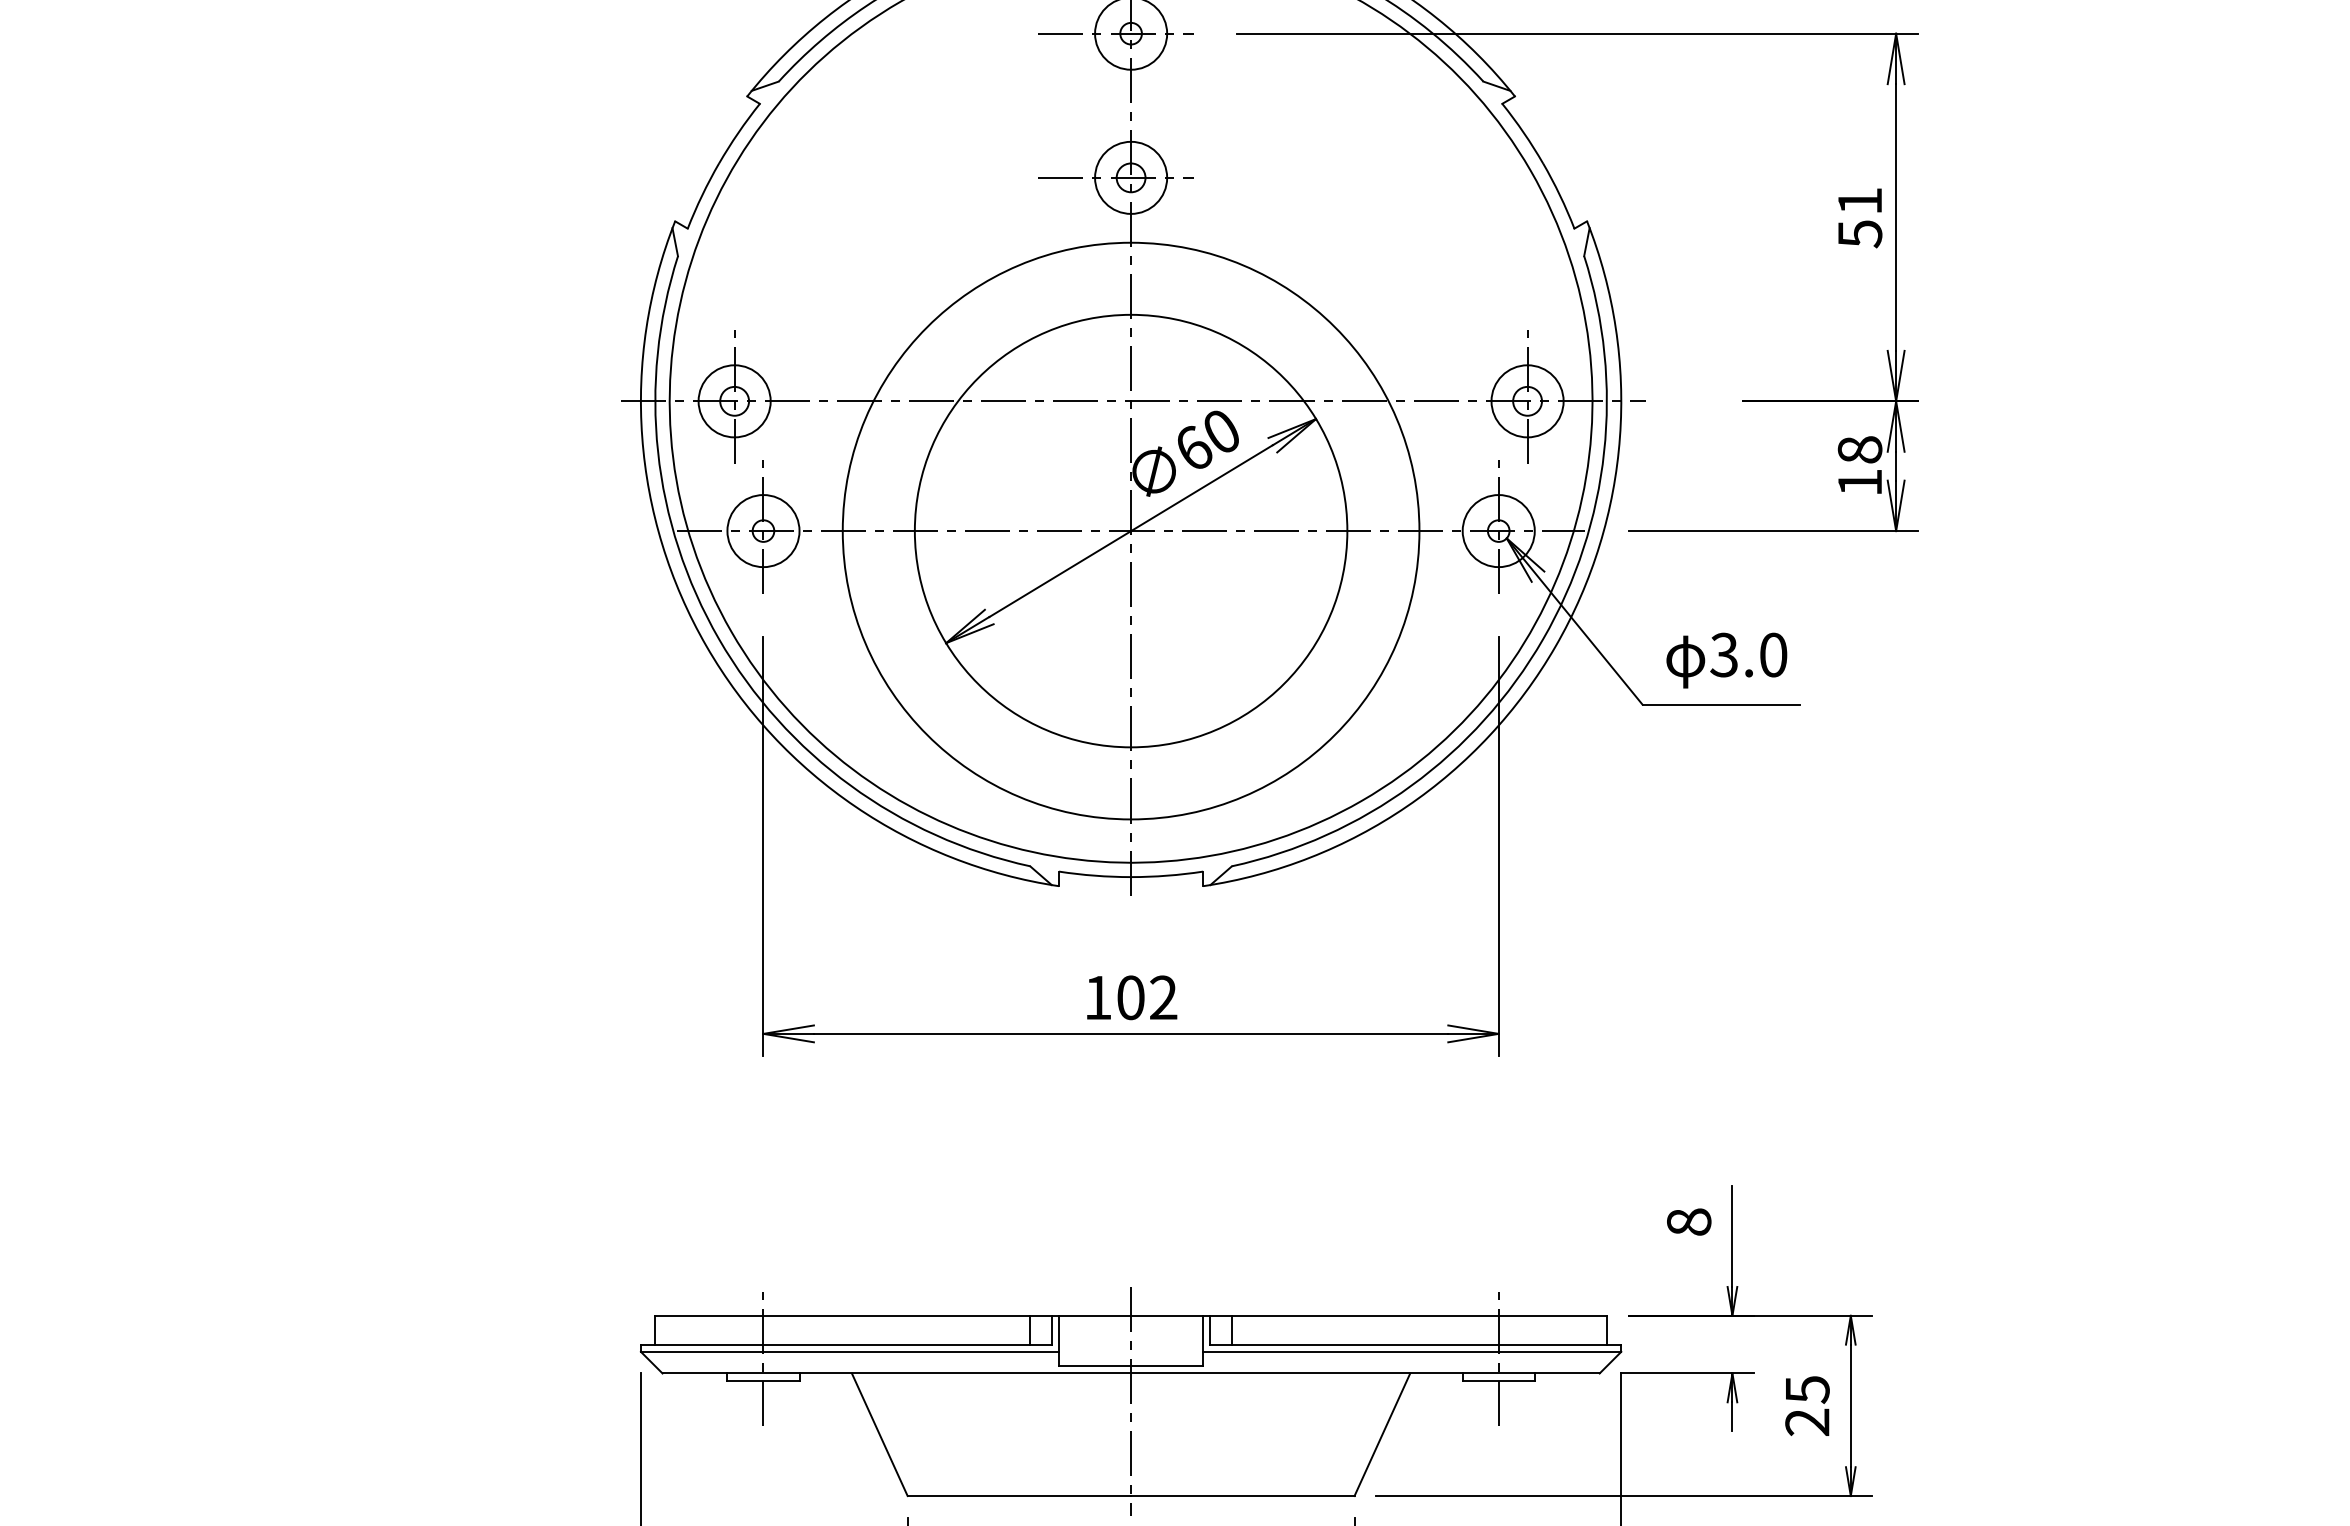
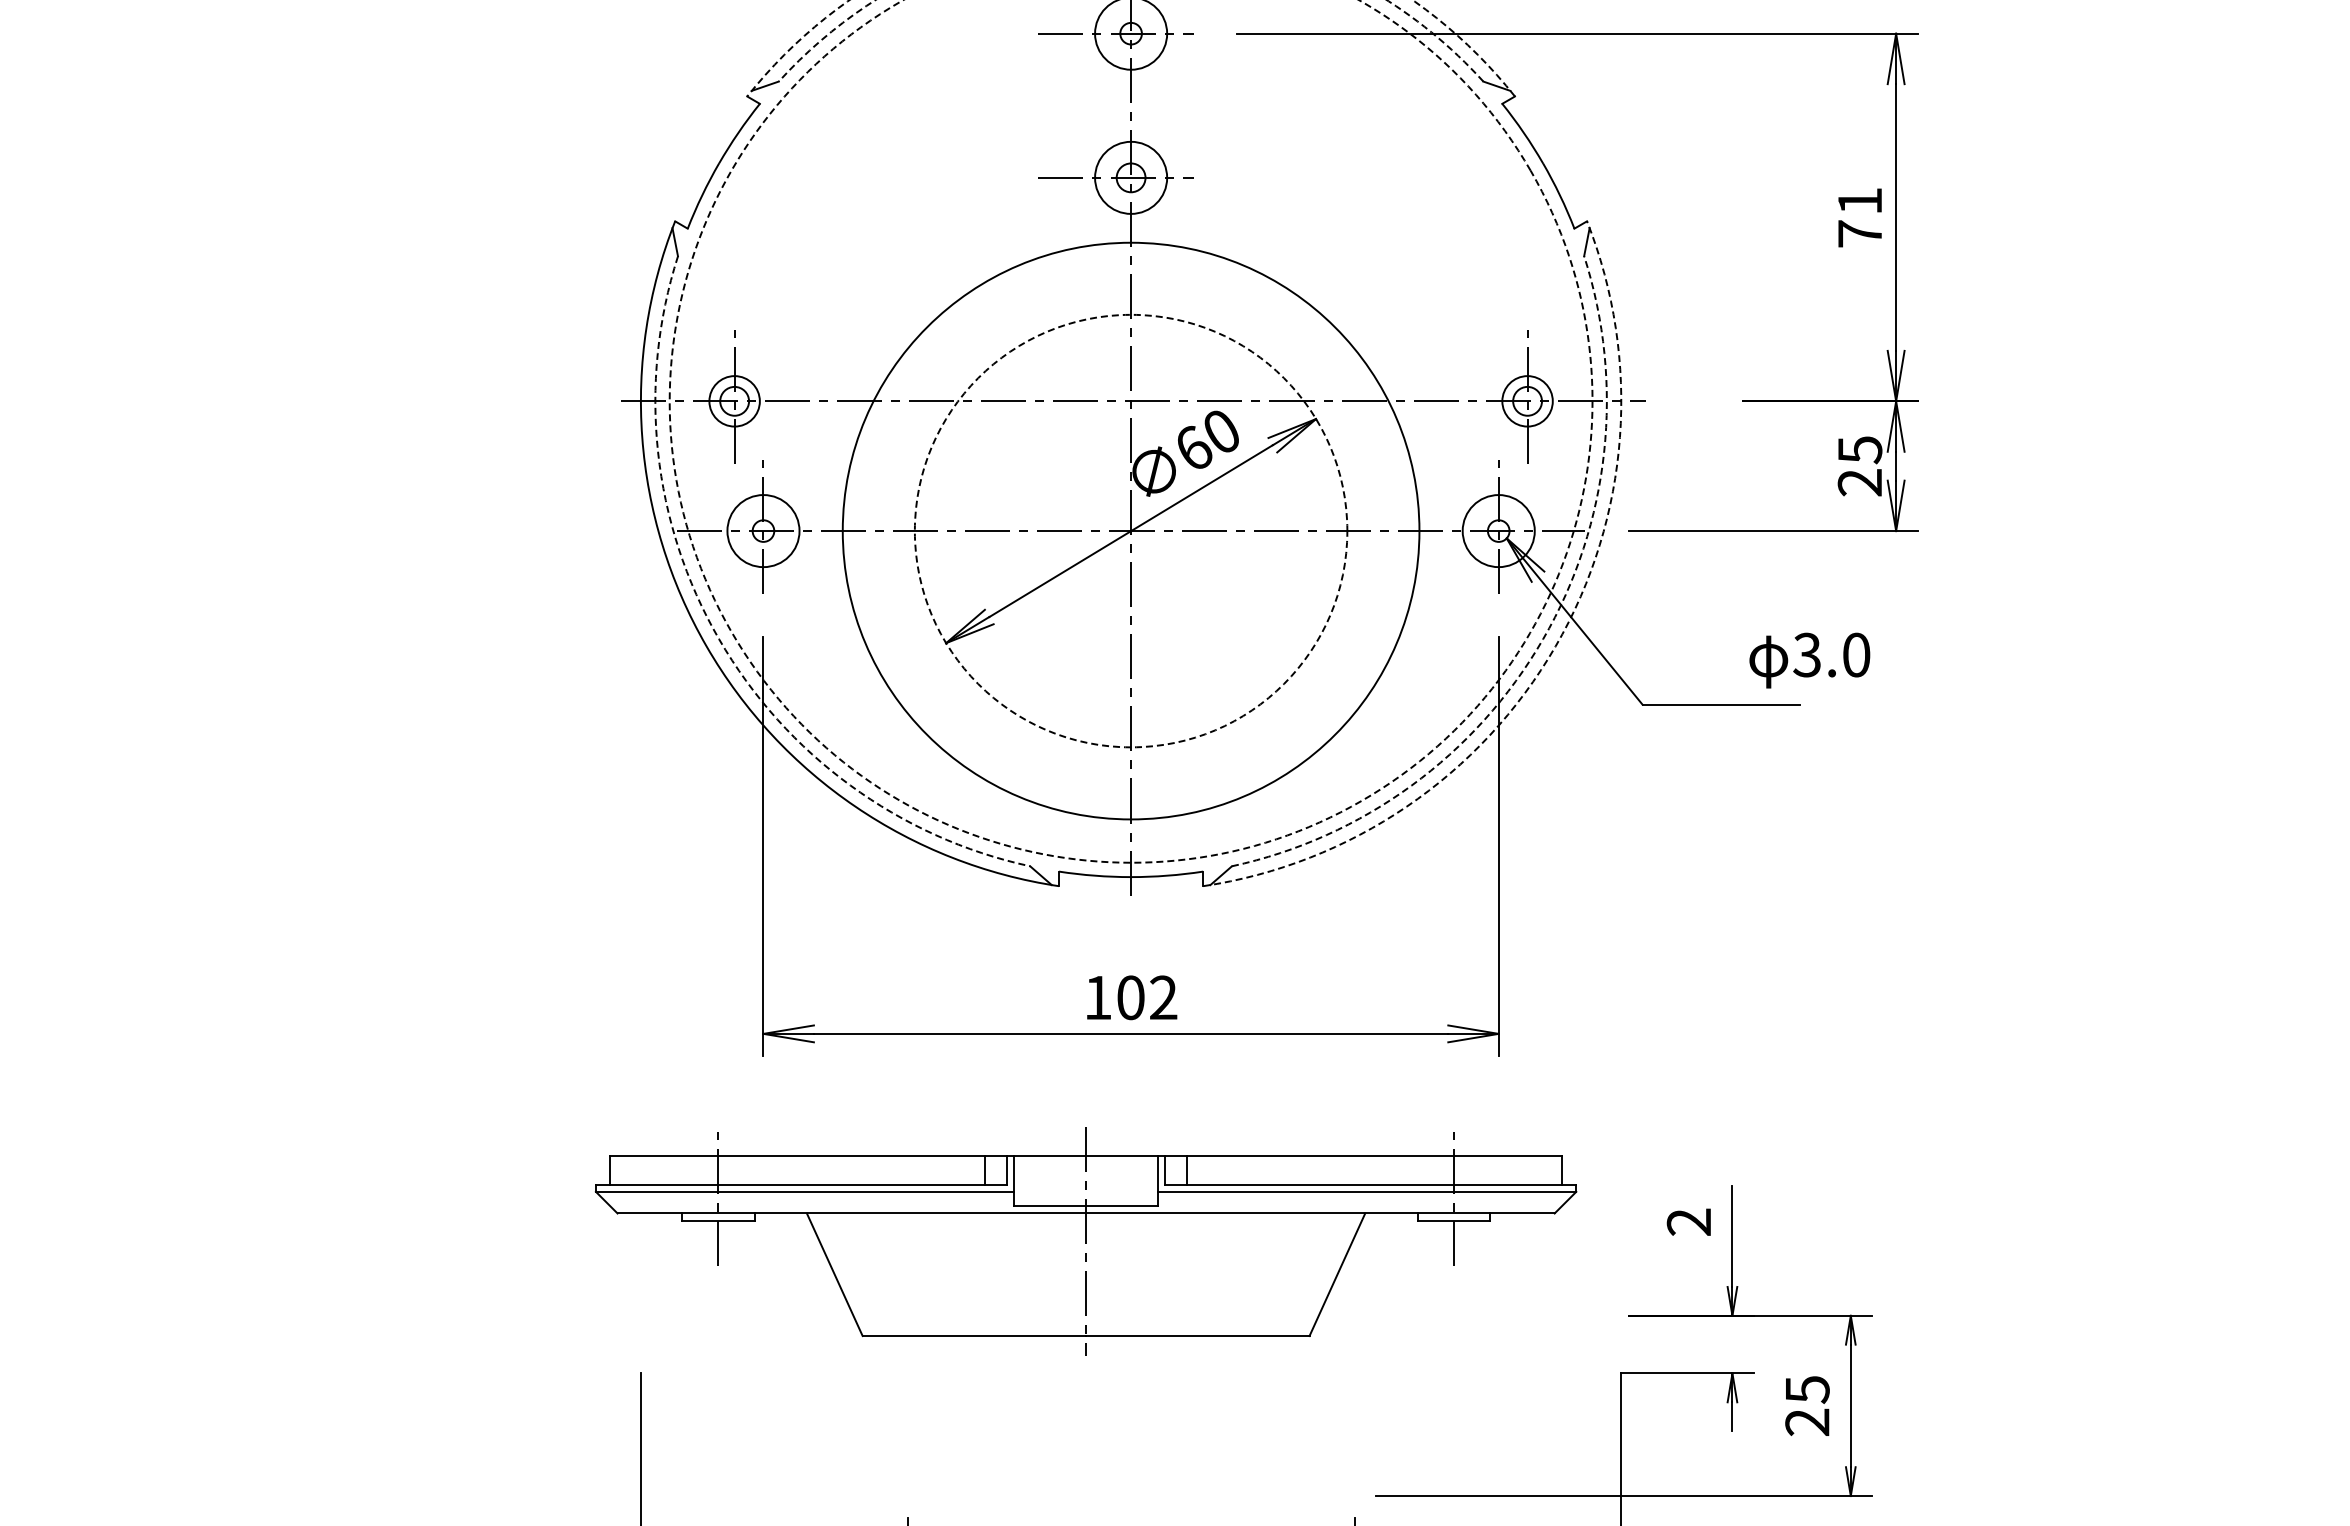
arc at (849, 0): solid -> dashed
arc at (824, 37): solid -> dashed
arc at (1437, 37): solid -> dashed
text at (1860, 234): 51 -> 71
circle at (734, 401) diameter: 72 px -> 50 px
circle at (1527, 401) diameter: 72 px -> 50 px
text at (1859, 466): 18 -> 25
arc at (914, 531): solid -> dashed
arc at (719, 639): solid -> dashed
arc at (1543, 639): solid -> dashed
arc at (1555, 646): solid -> dashed
text at (1726, 660) position: (1726, 660) -> (1809, 660)
arc at (898, 799): solid -> dashed
text at (1688, 1221): 8 -> 2
part at (1130, 1401) position: (1130, 1401) -> (1085, 1241)
